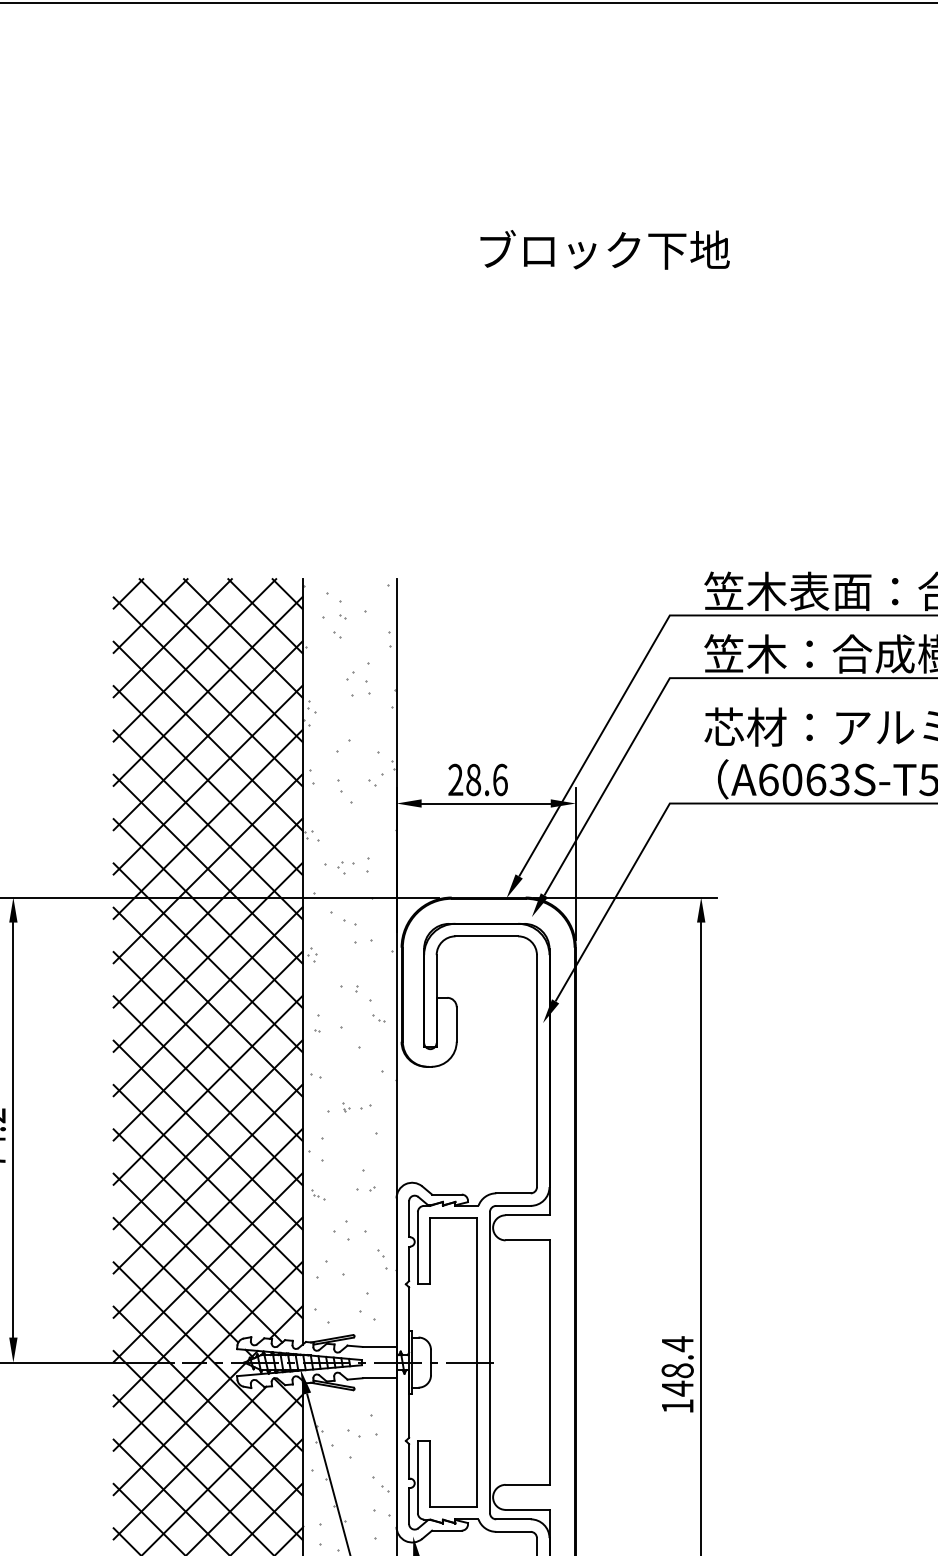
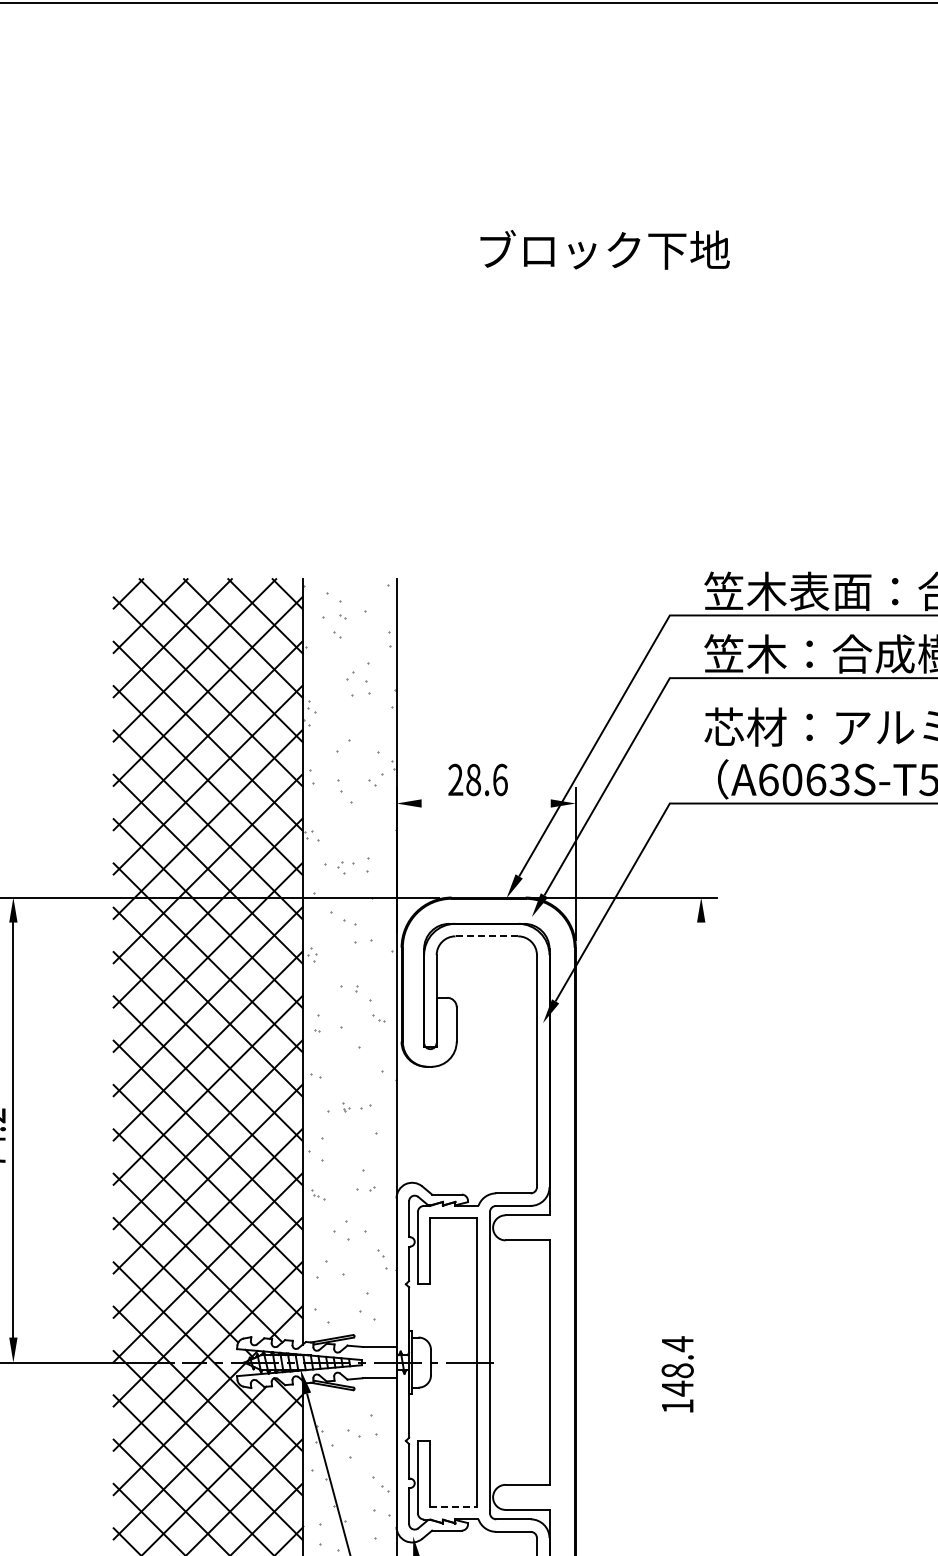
line at (485, 803): present -> none
line at (486, 936): solid -> dashed
line at (701, 1237): present -> none
line at (453, 1506): solid -> dashed
